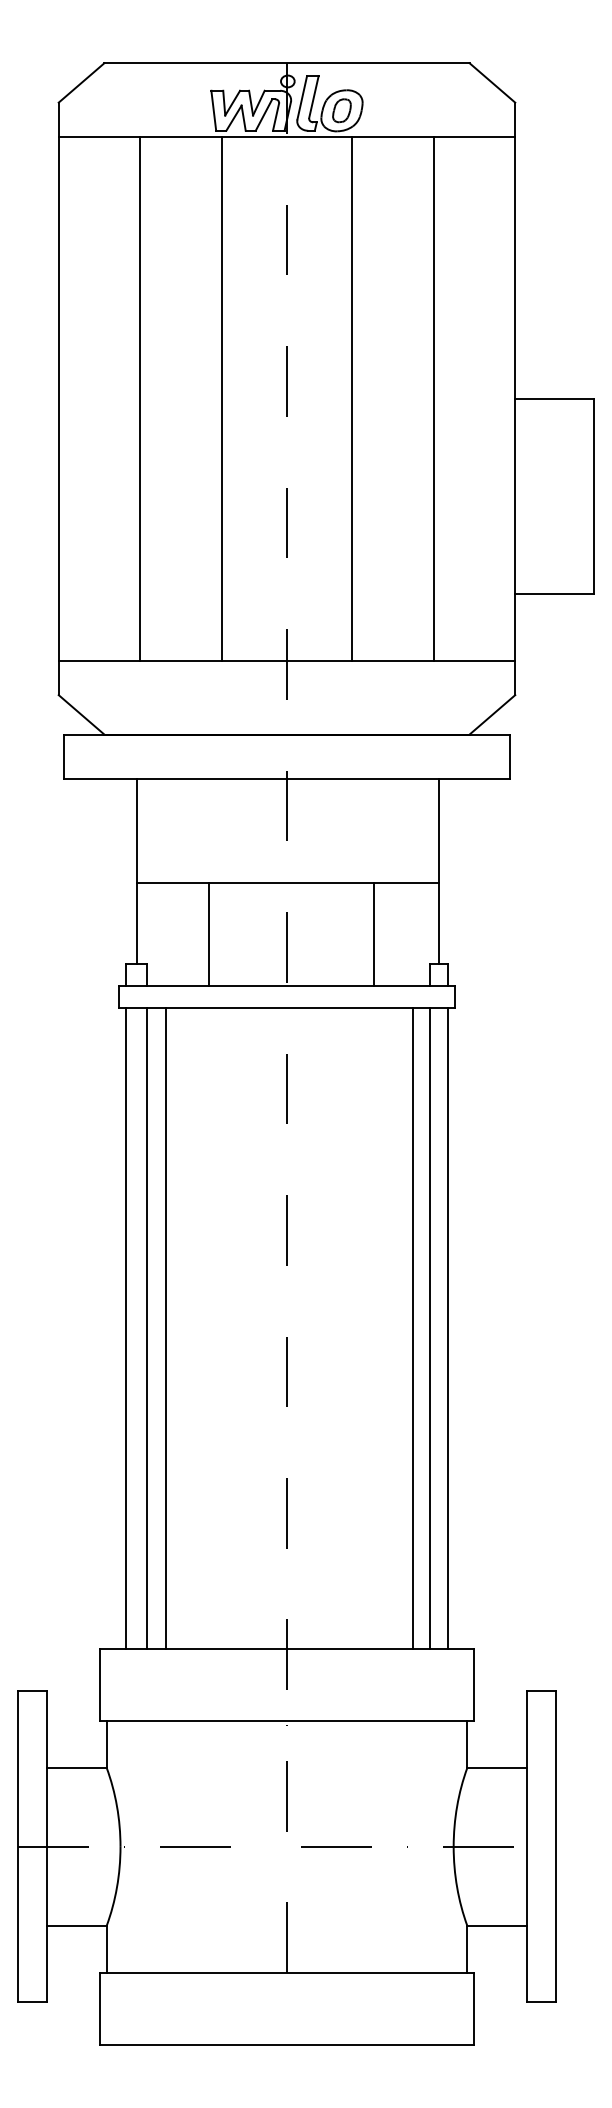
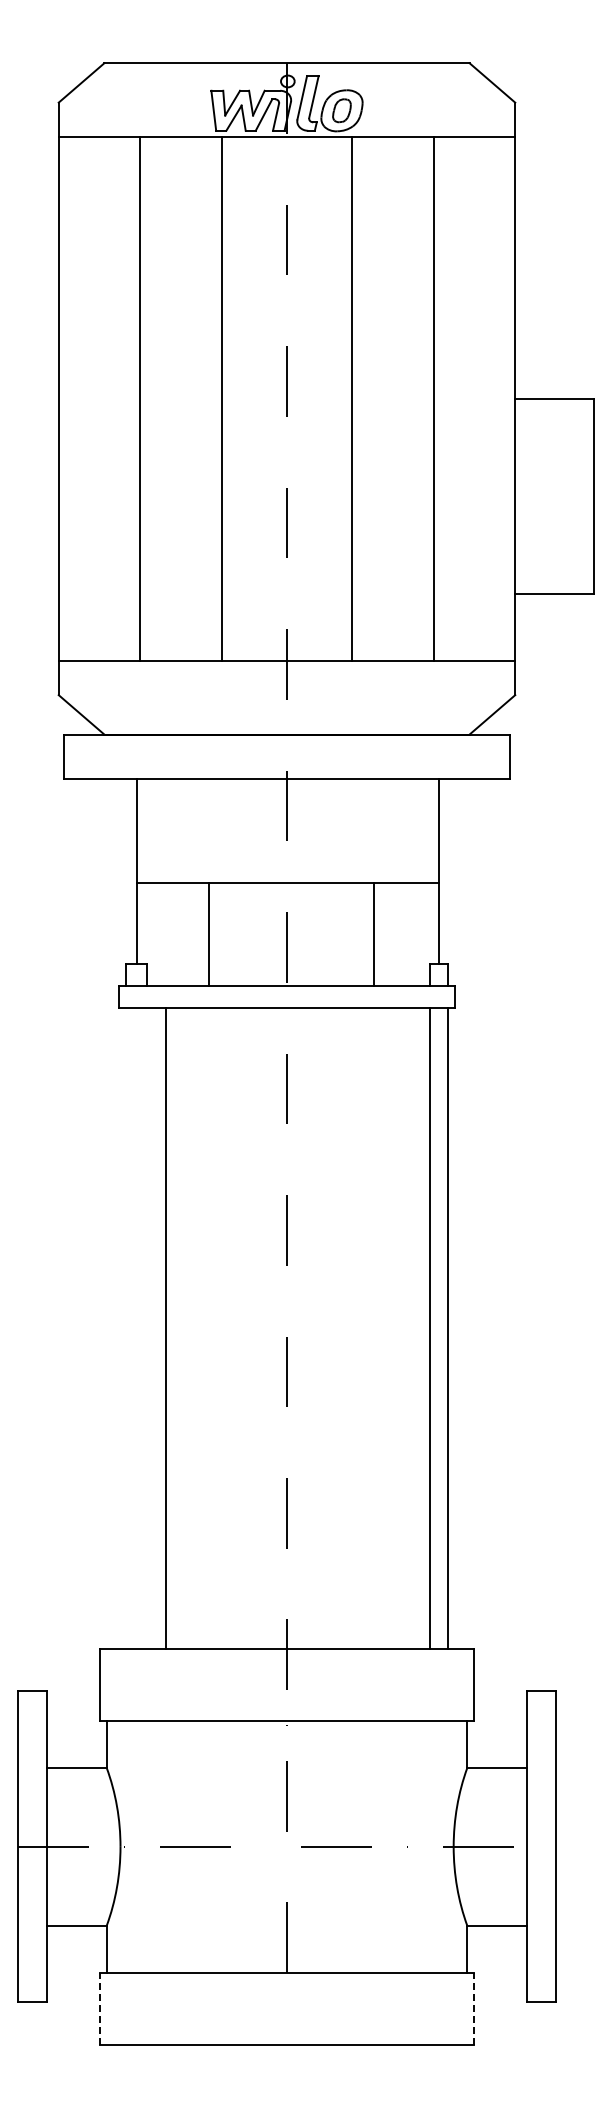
line at (126, 1328): present -> none
line at (147, 1328): present -> none
line at (412, 1328): present -> none
line at (100, 2008): solid -> dashed
line at (473, 2008): solid -> dashed
